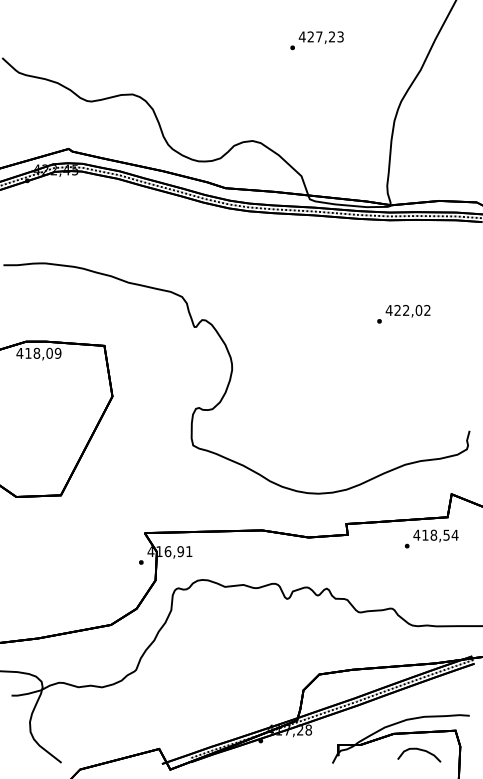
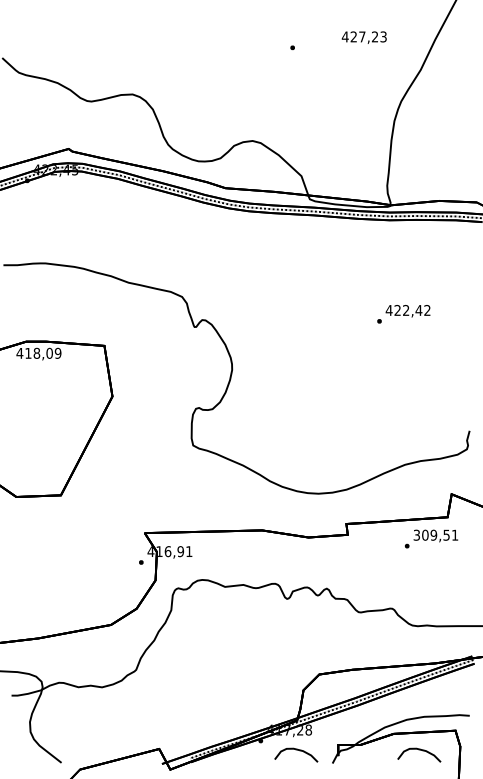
text at (320, 37) position: (320, 37) -> (363, 37)
text at (418, 310): 422,02 -> 422,42
text at (435, 534): 418,54 -> 309,51
curve at (296, 750): none -> present
